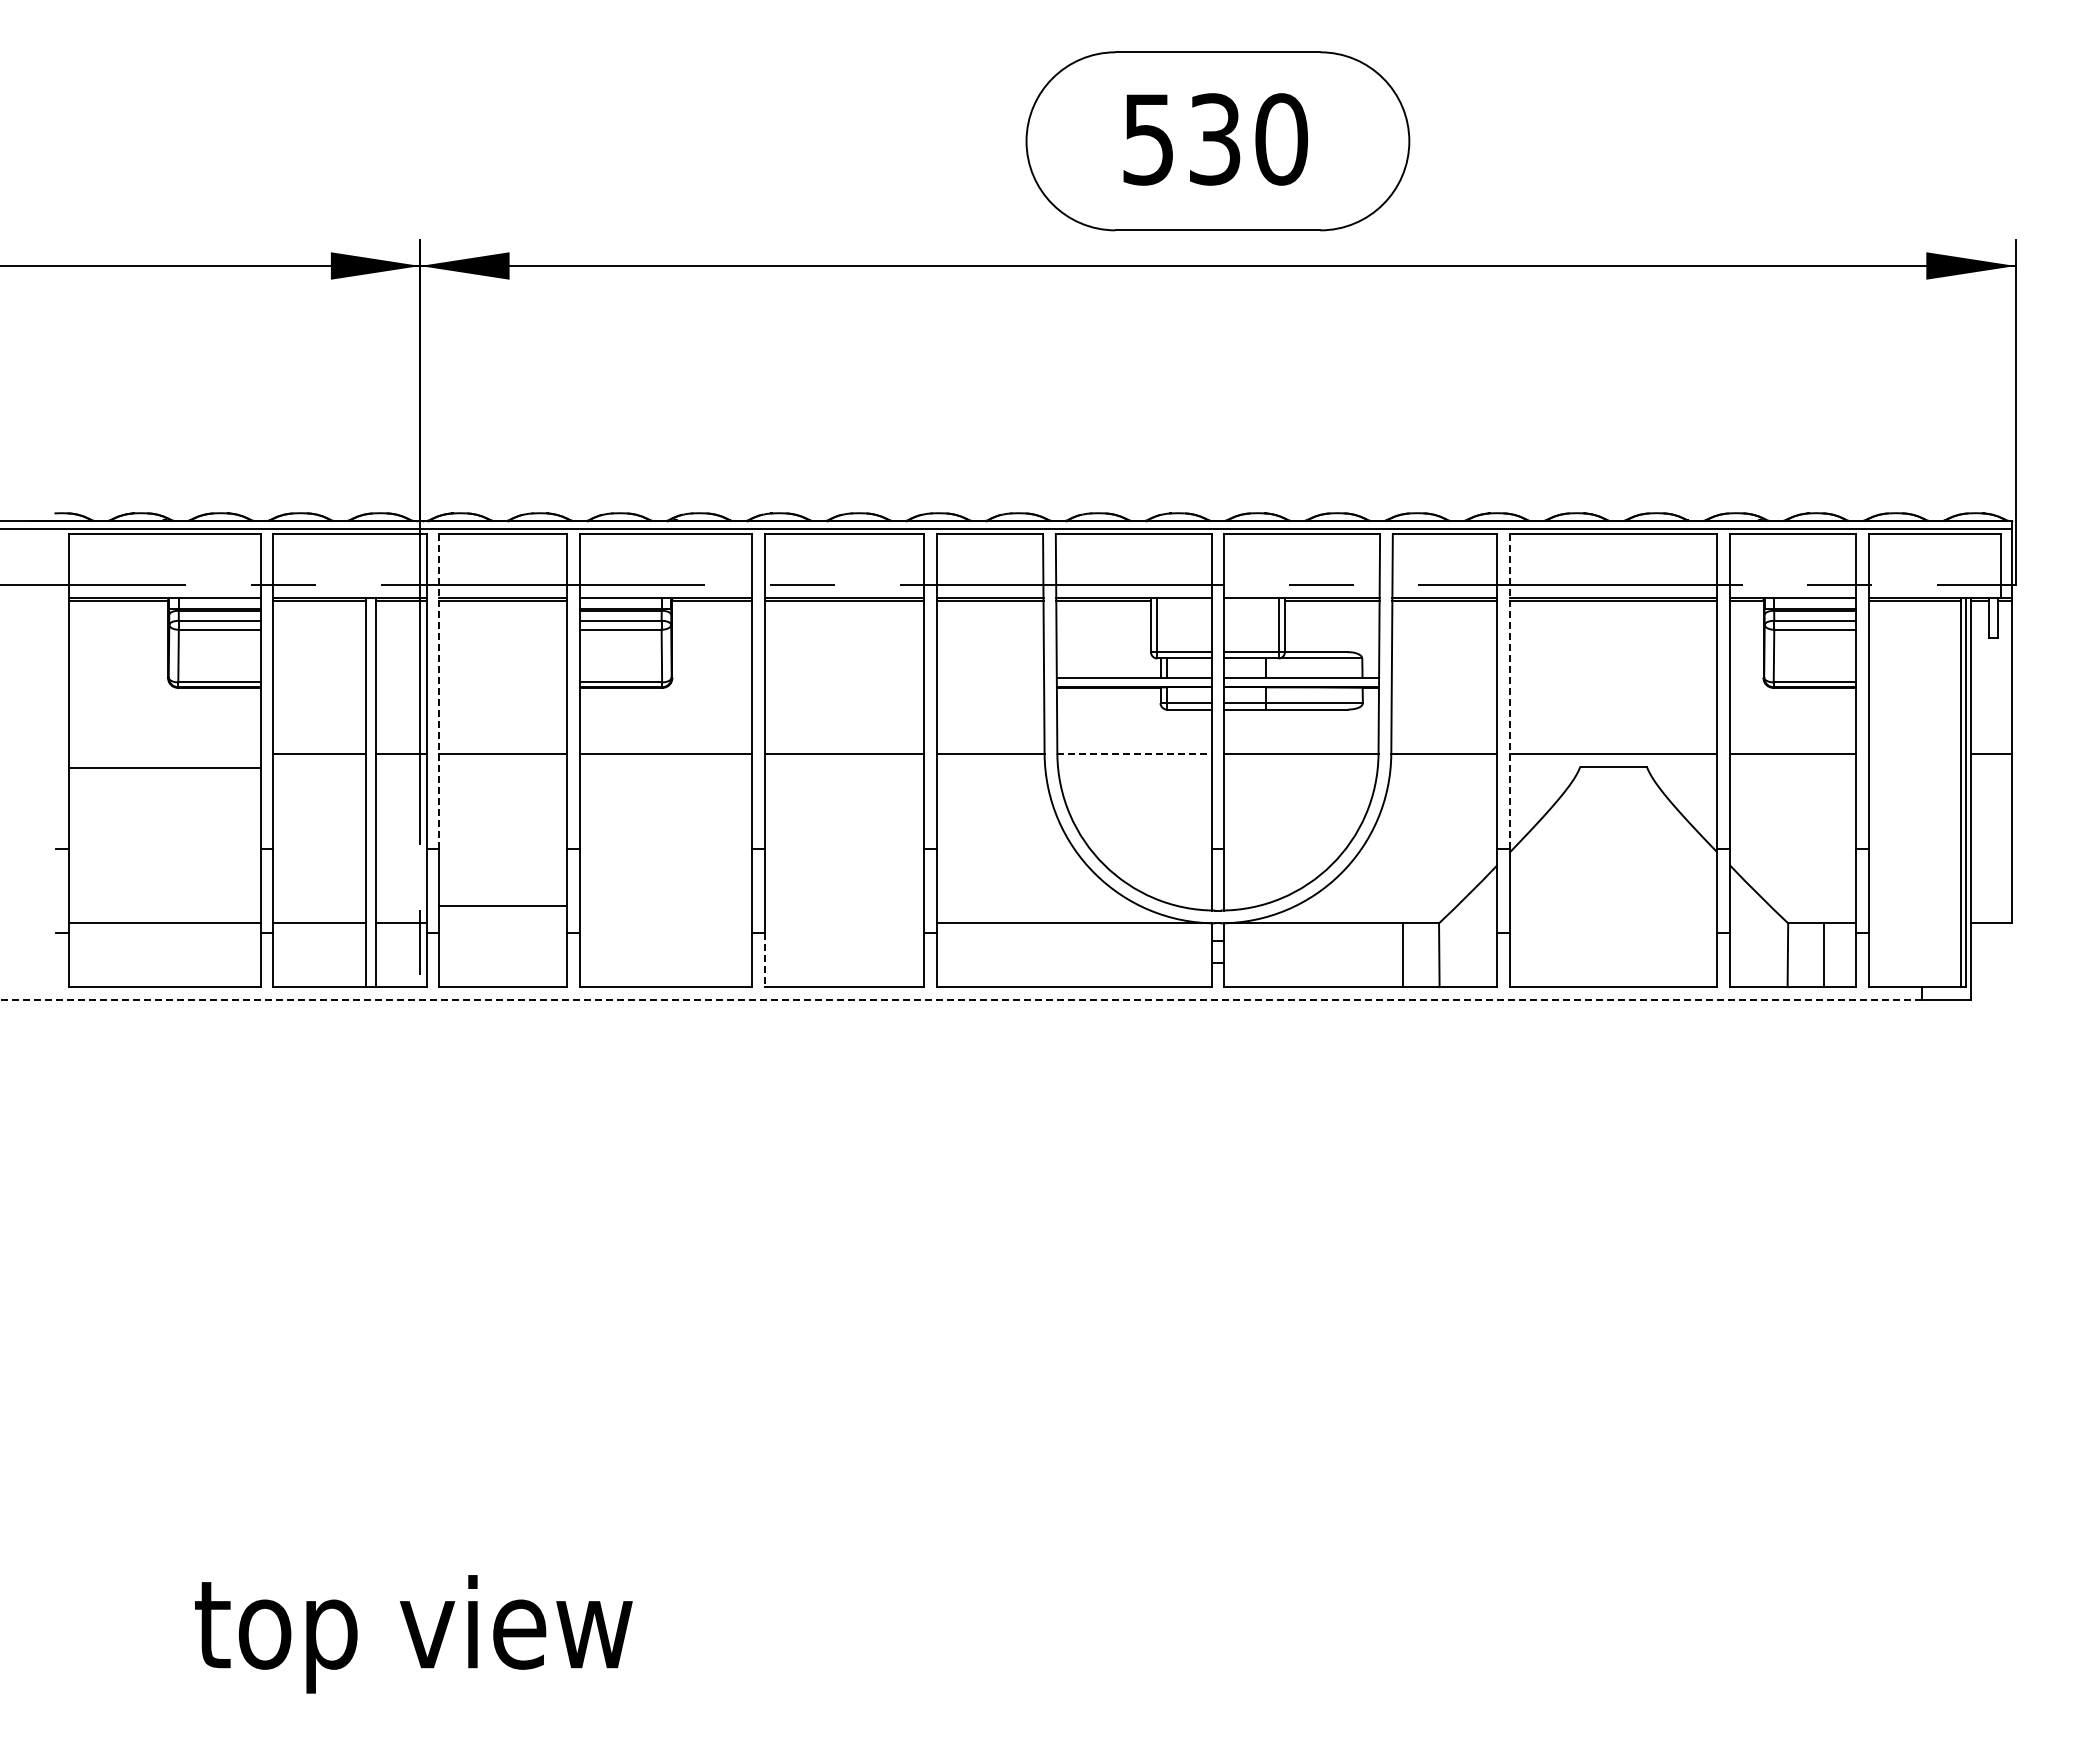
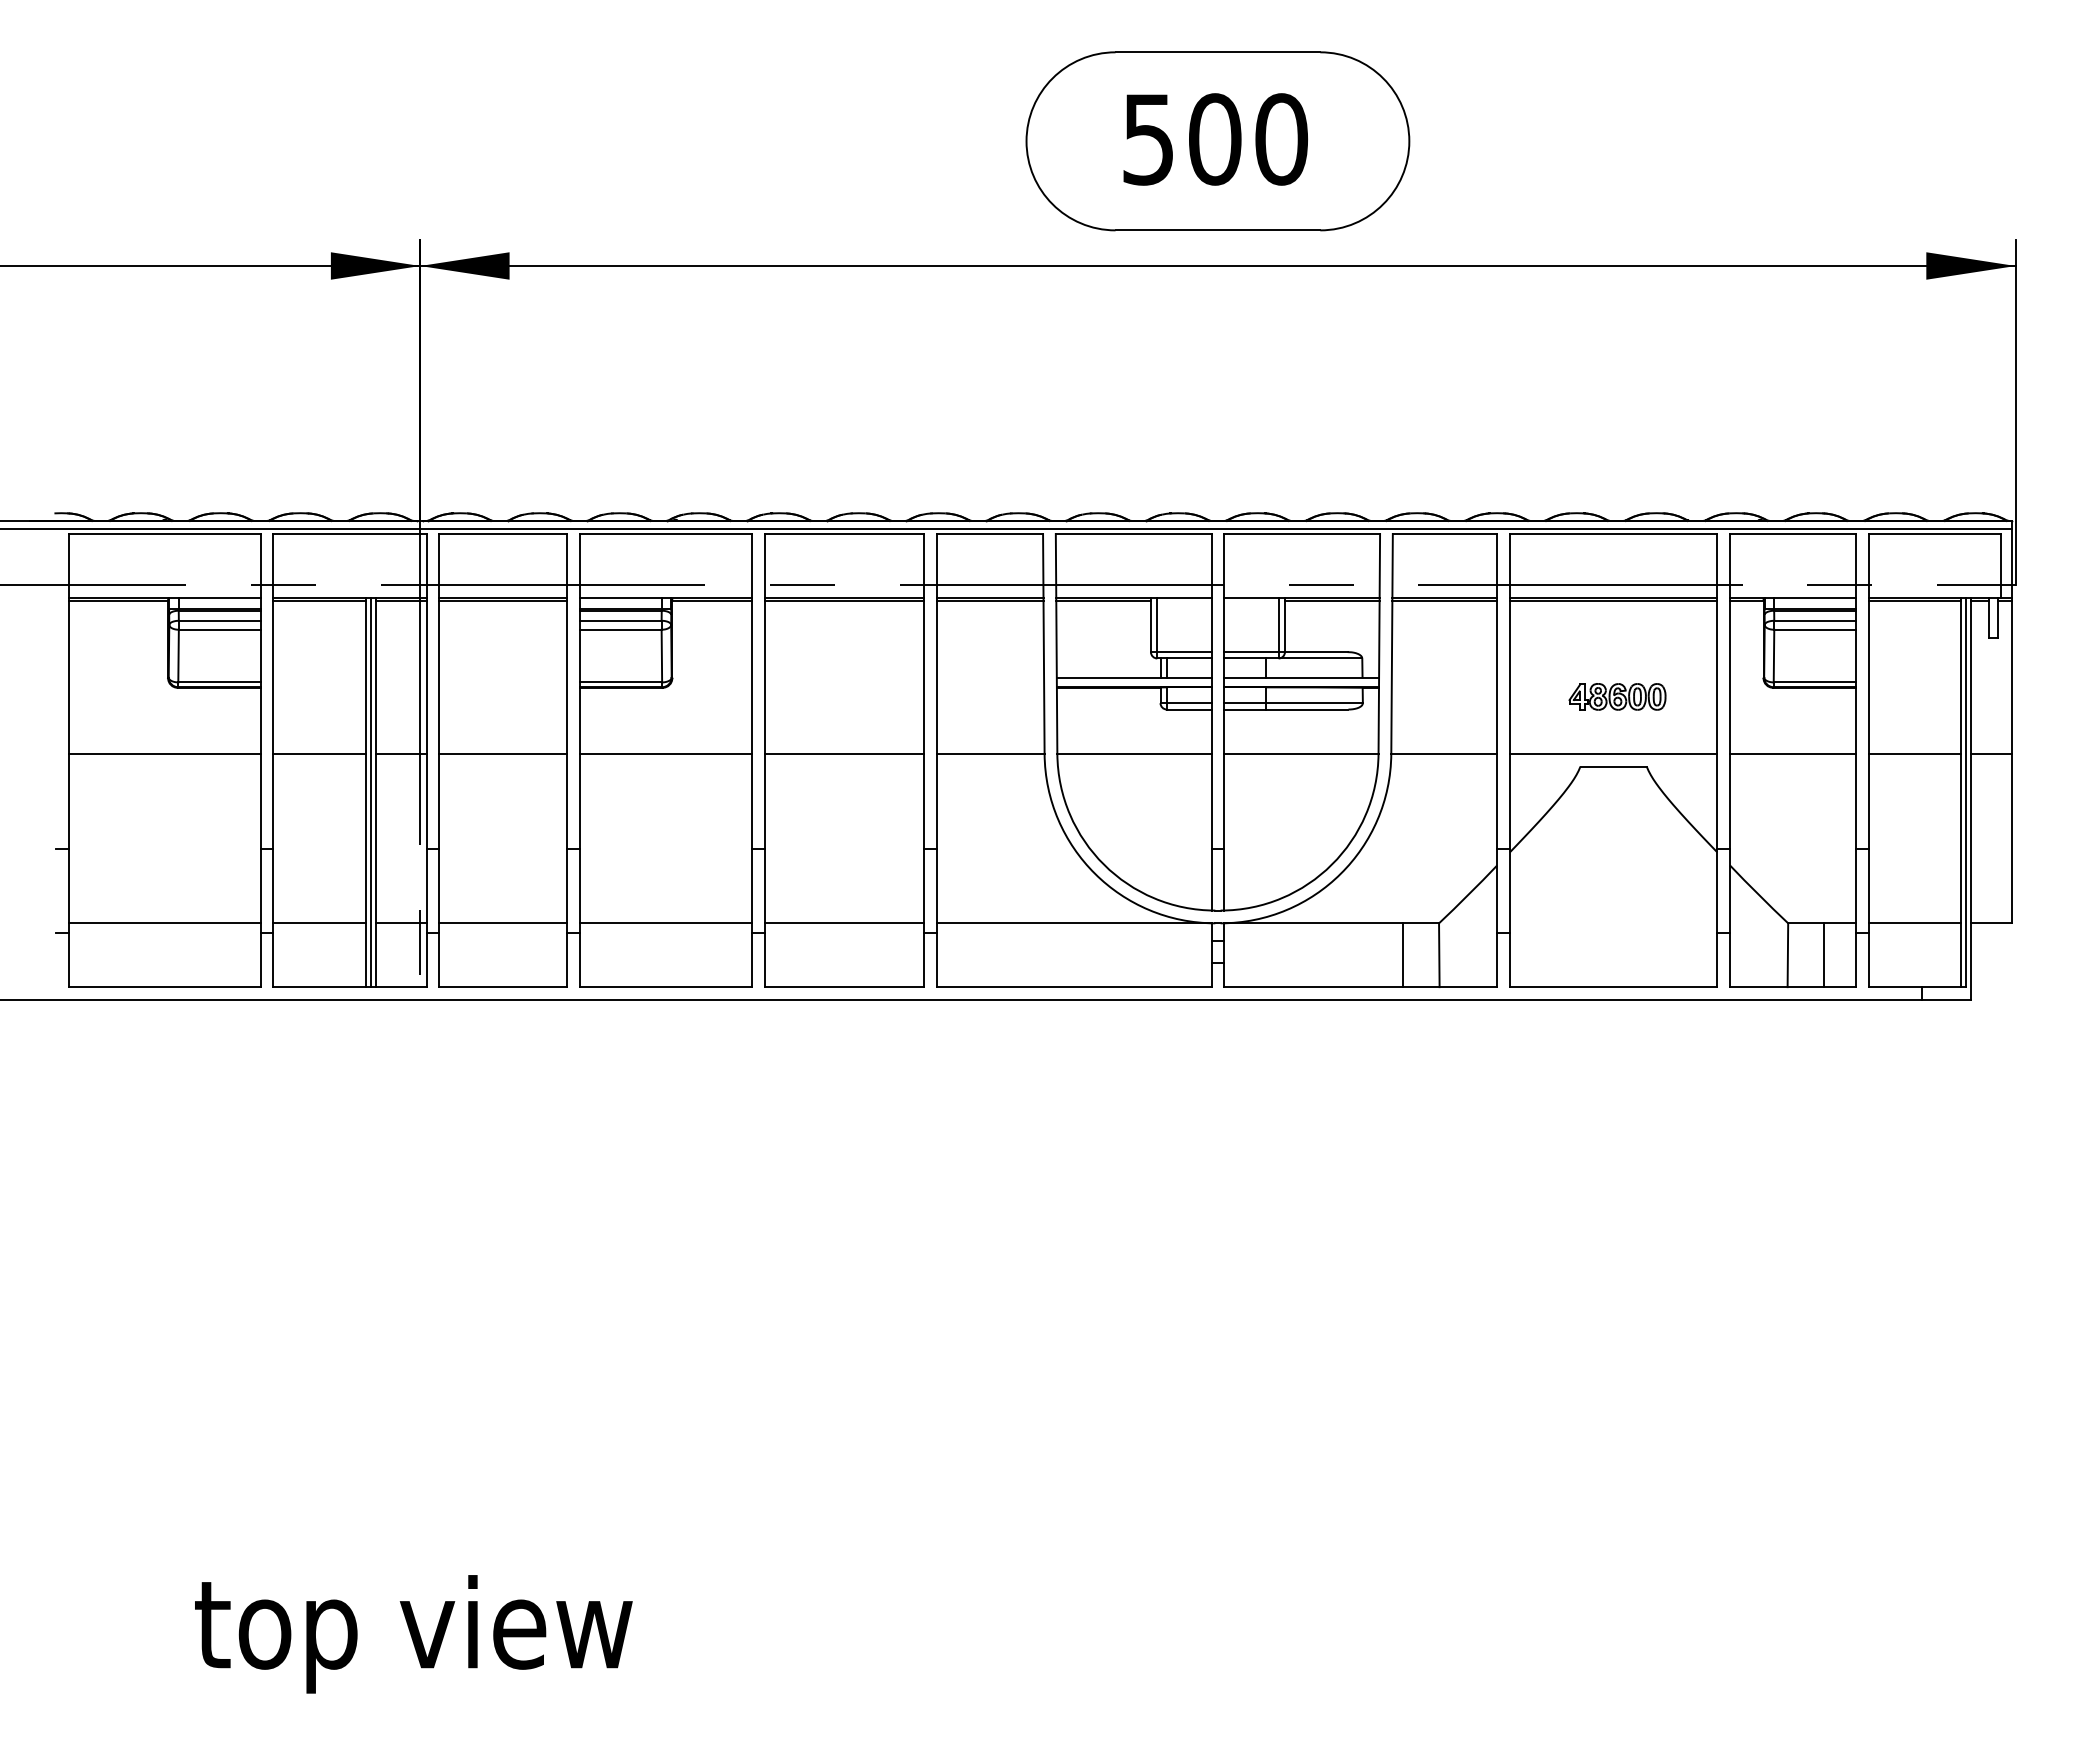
text at (1215, 139): 530 -> 500
line at (439, 691): dashed -> solid
line at (1509, 691): dashed -> solid
part at (1617, 696): none -> present
line at (1134, 753): dashed -> solid
line at (1914, 753): none -> present
line at (164, 767) position: (164, 767) -> (164, 753)
line at (370, 792): none -> present
line at (503, 906) position: (503, 906) -> (503, 923)
line at (665, 923): none -> present
line at (844, 923): none -> present
line at (1914, 923): none -> present
line at (764, 960): dashed -> solid
line at (960, 999): dashed -> solid
